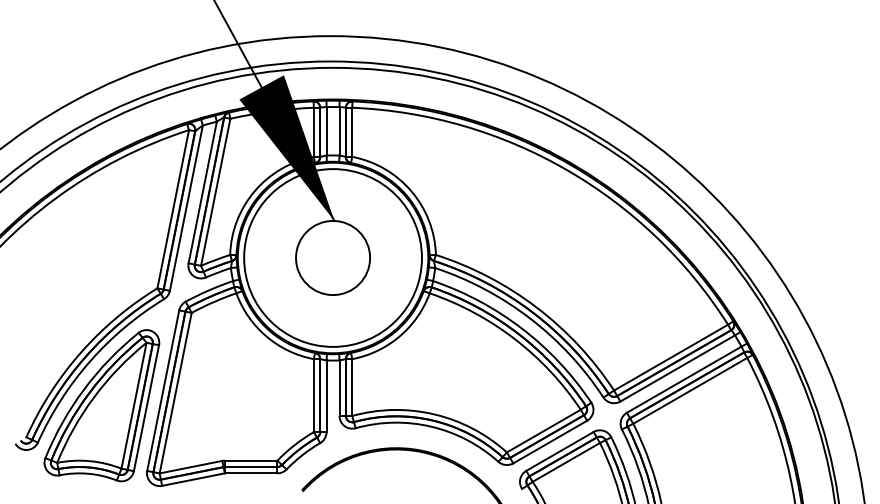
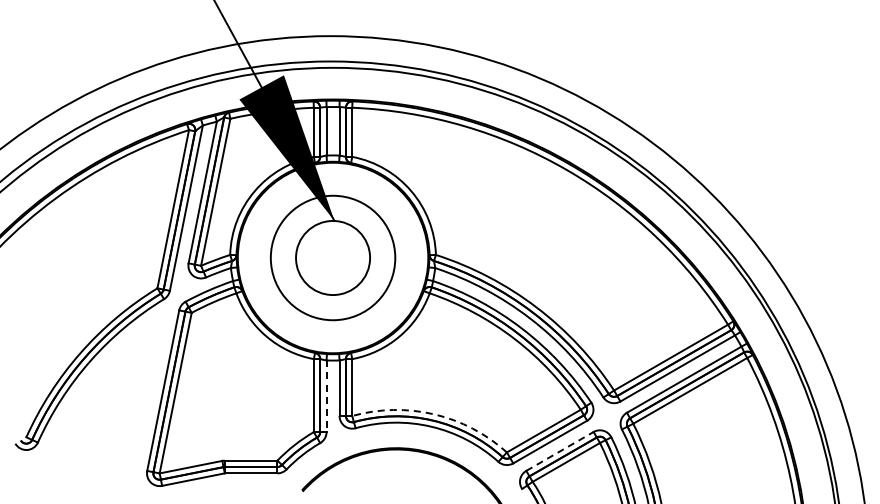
circle at (332, 257) diameter: 178 px -> 124 px
line at (326, 396): solid -> dashed
part at (101, 405): present -> none
arc at (434, 414): solid -> dashed
line at (559, 451): solid -> dashed
